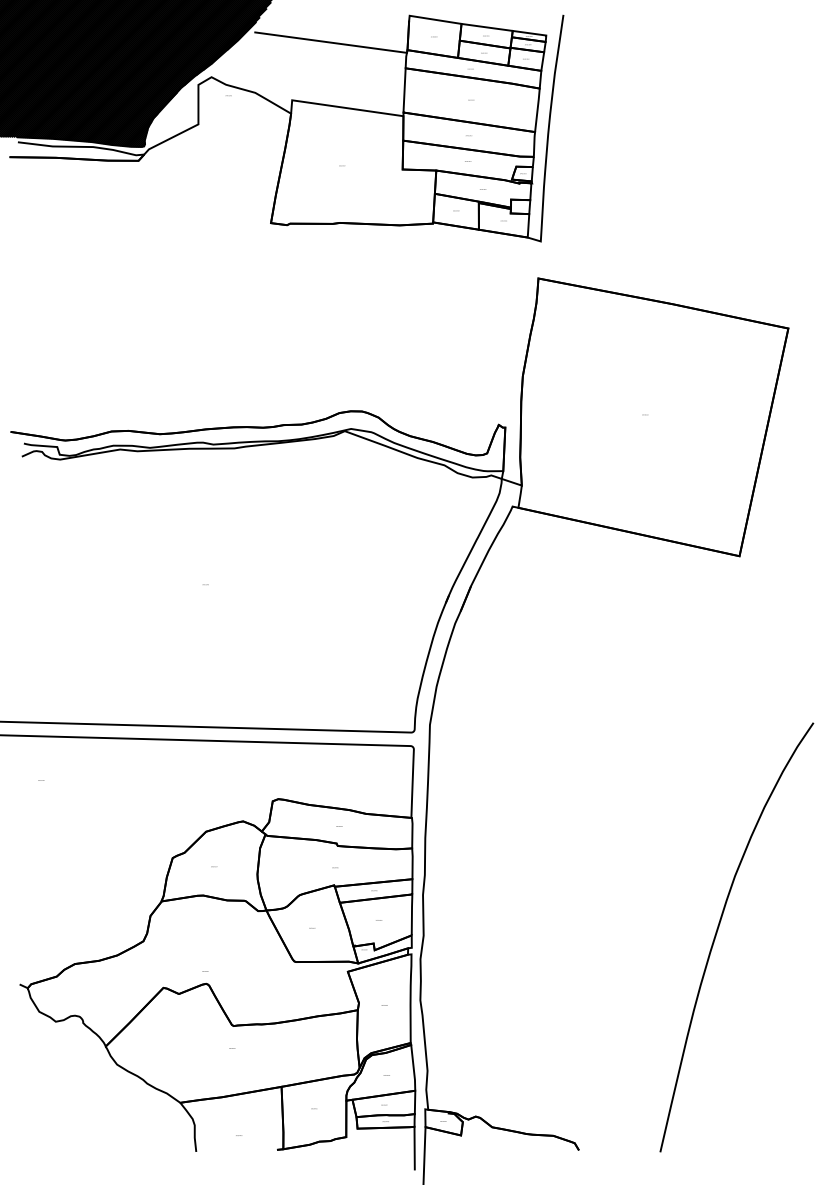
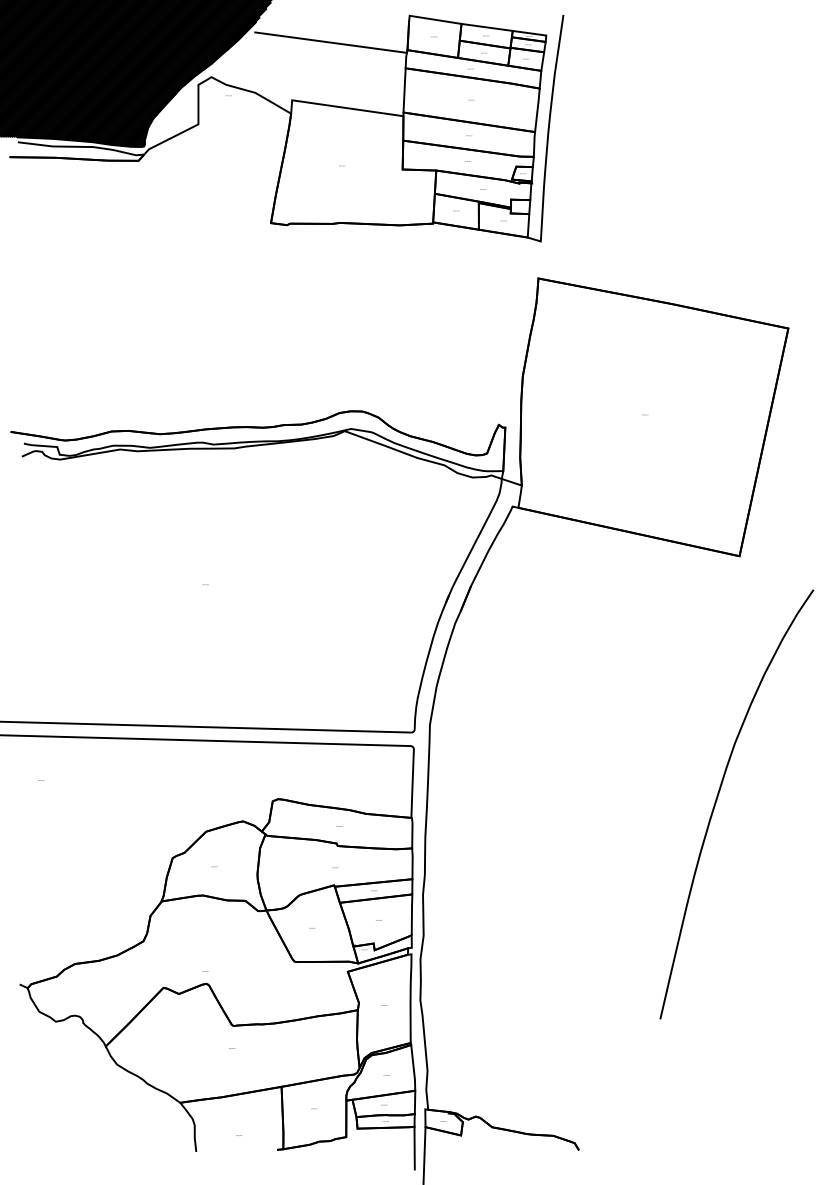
curve at (718, 930) position: (718, 930) -> (718, 797)
